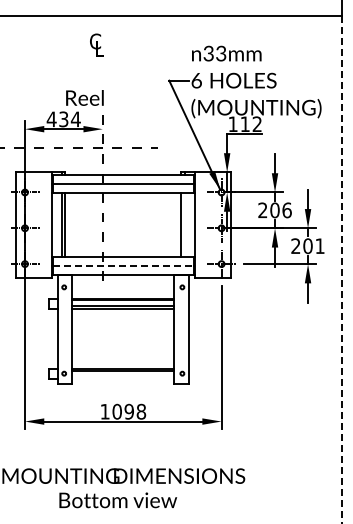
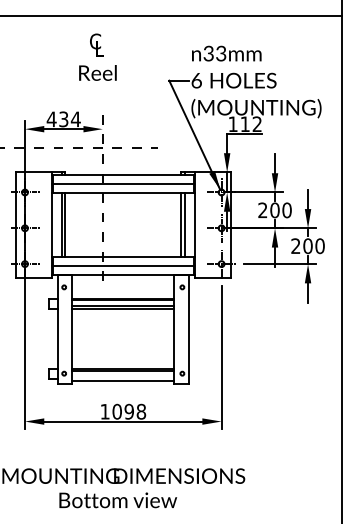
text at (84, 97) position: (84, 97) -> (97, 72)
text at (286, 210): 206 -> 200
line at (184, 224): none -> present
text at (319, 246): 201 -> 200
line at (123, 265): dashed -> solid
line at (342, 269): dashed -> solid
line at (123, 380): none -> present
